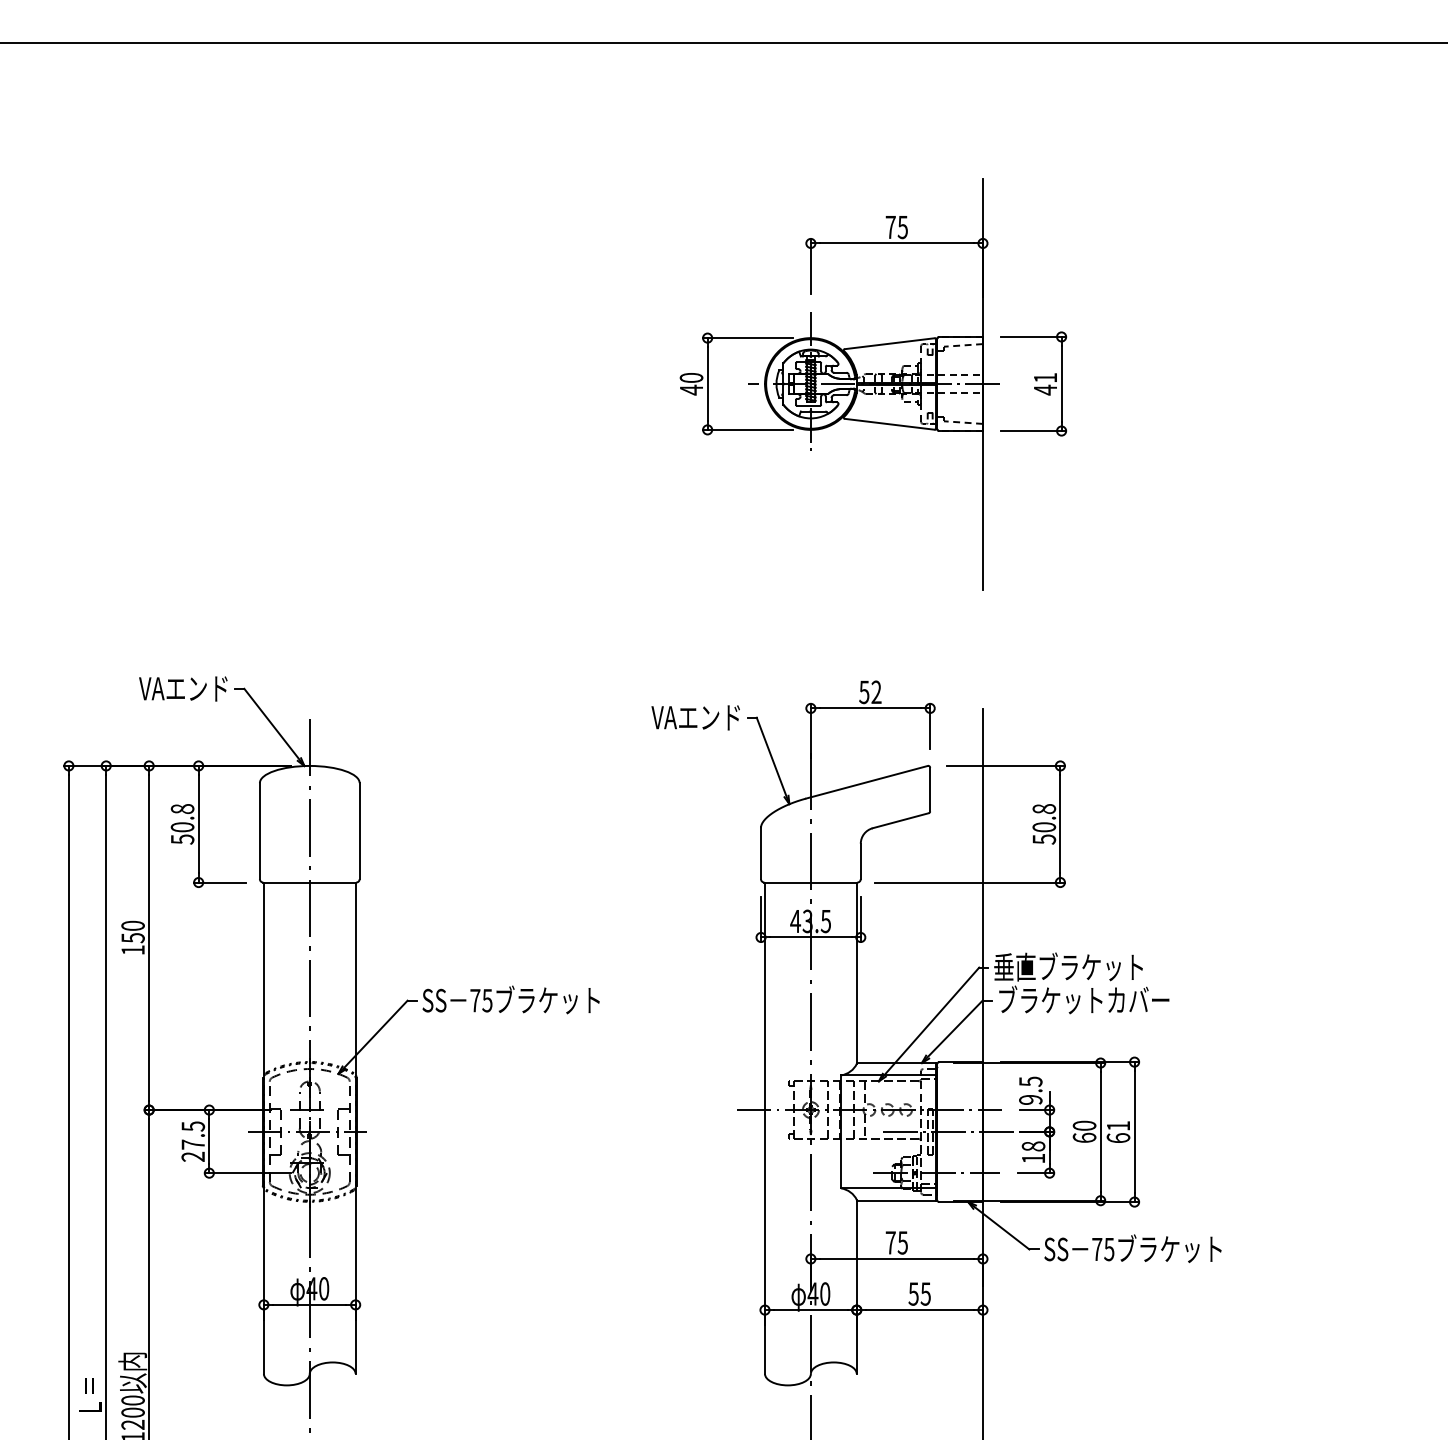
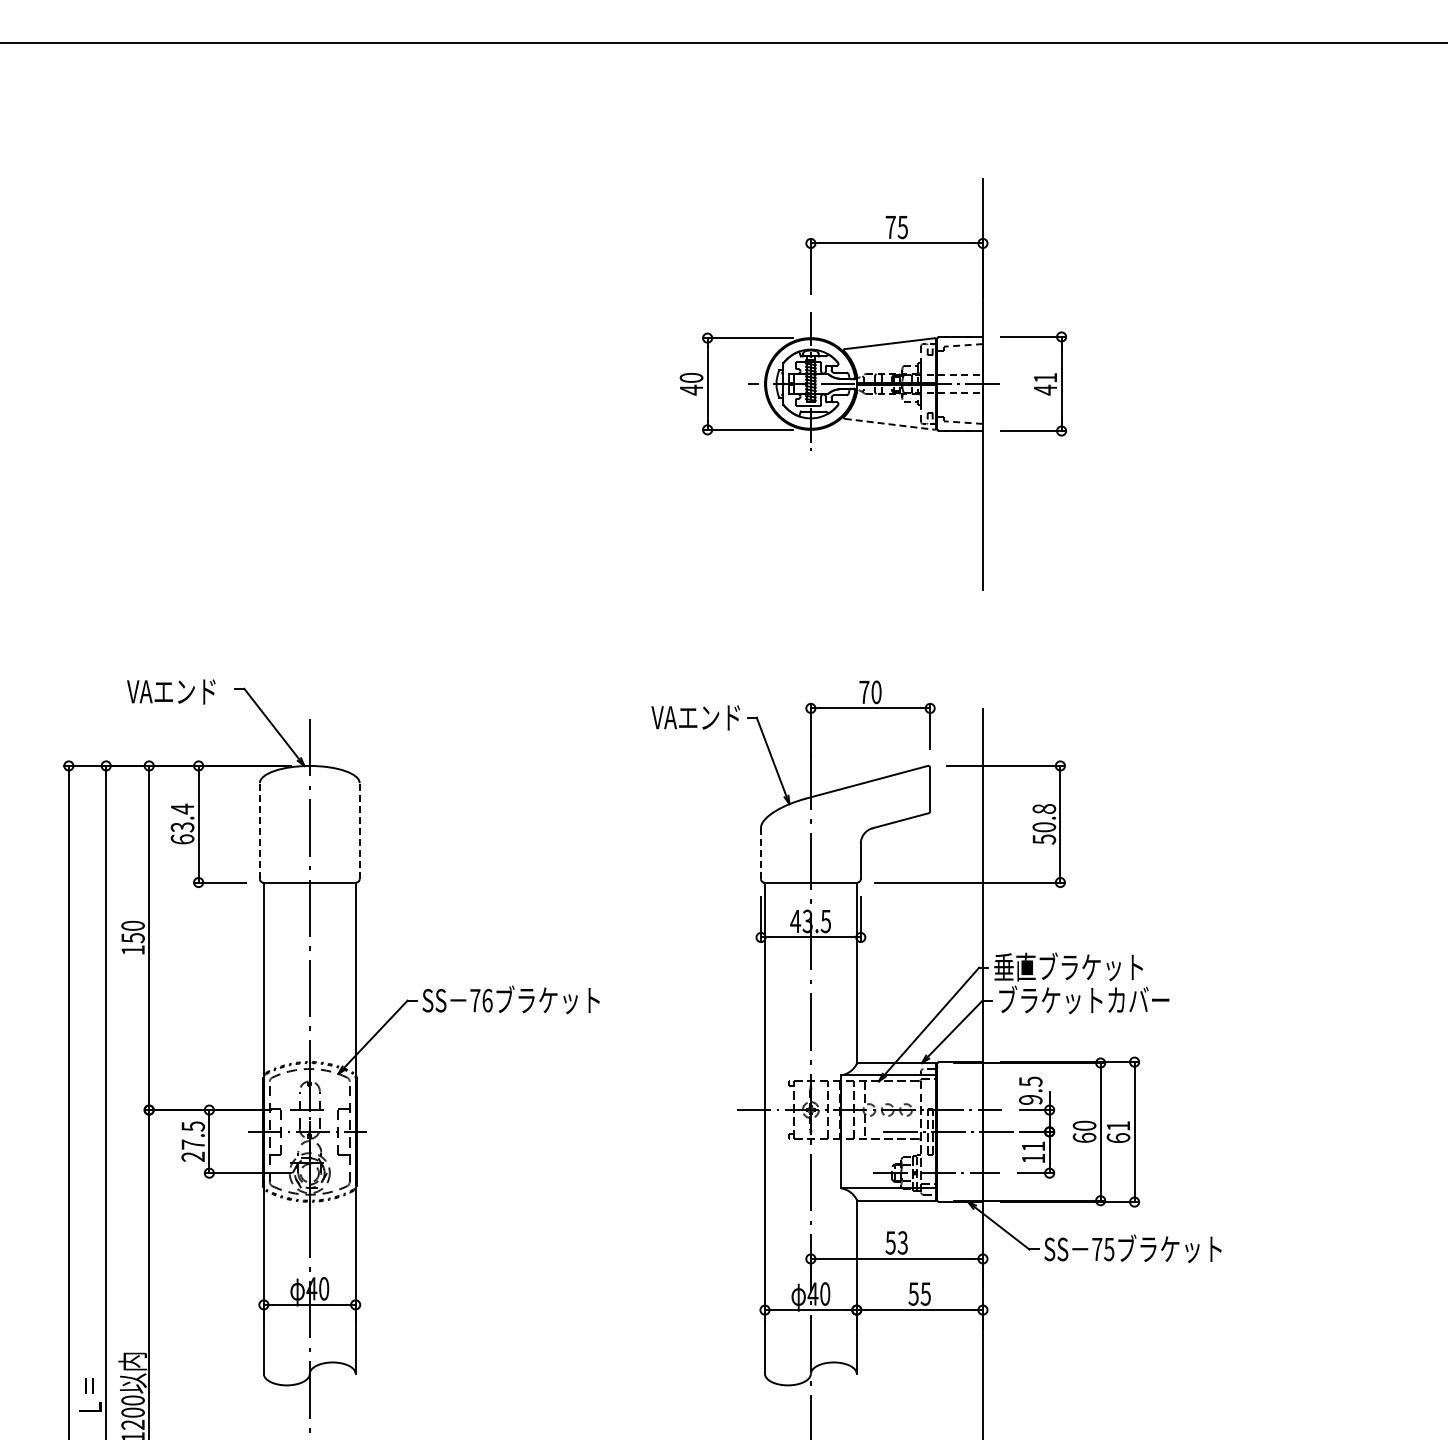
line at (890, 424): solid -> dashed
text at (183, 688) position: (183, 688) -> (171, 691)
text at (870, 692): 52 -> 70
text at (182, 823): 50.8 -> 63.4
line at (259, 831): solid -> dashed
line at (359, 831): solid -> dashed
line at (760, 853): solid -> dashed
text at (487, 1000): 75 -> 76
text at (1033, 1146): 18 -> 11
text at (896, 1242): 75 -> 53
